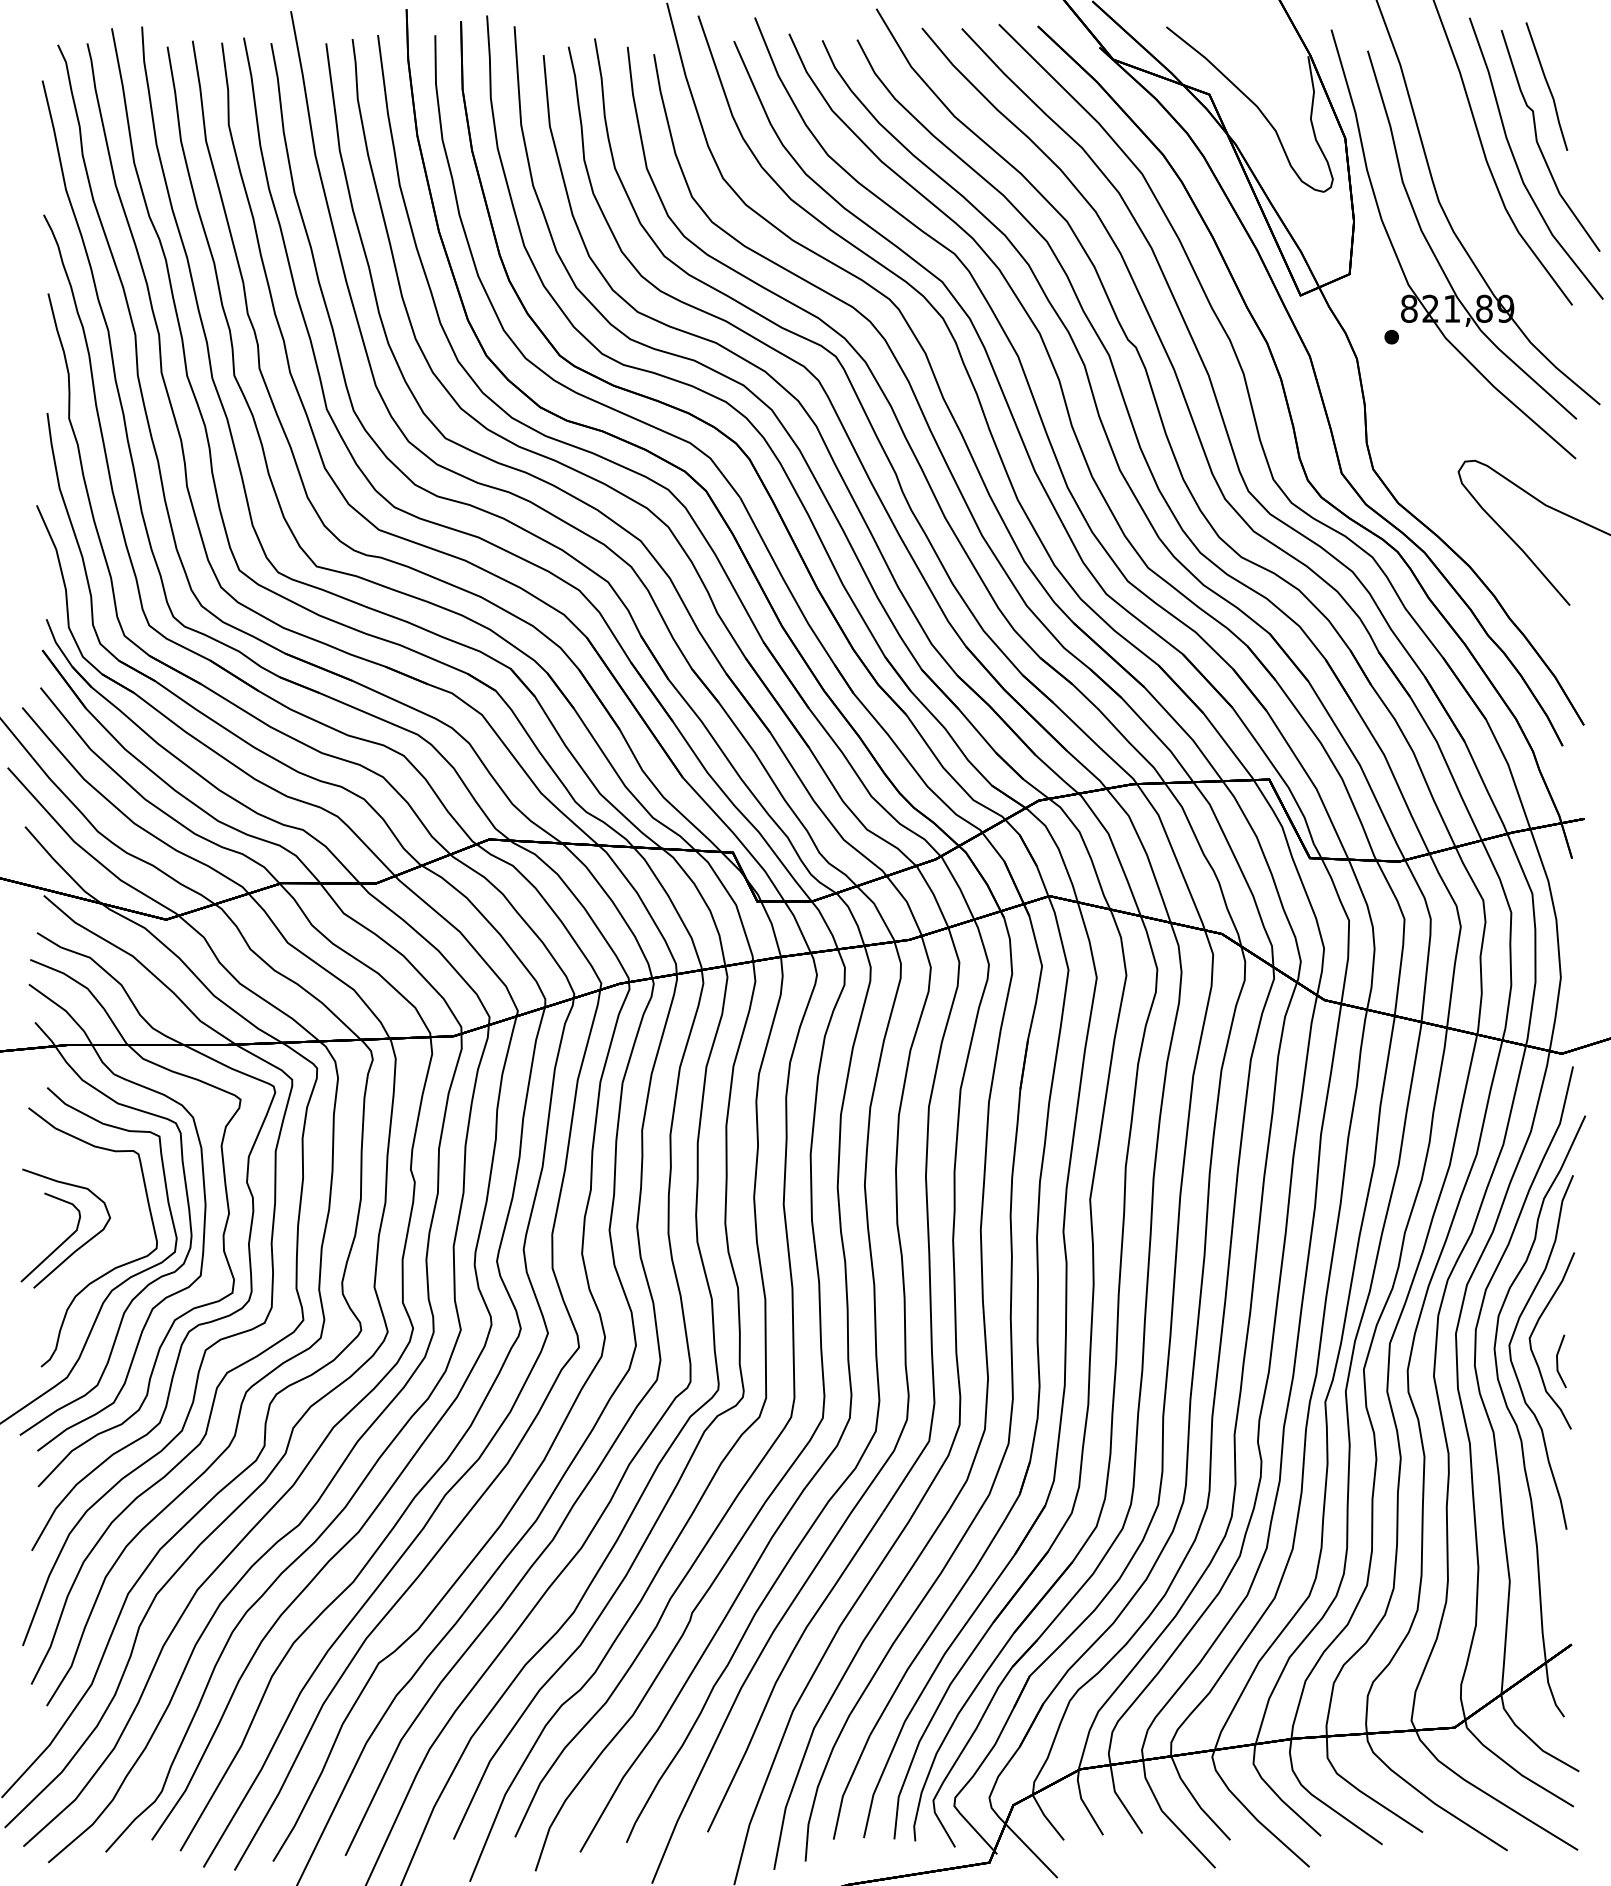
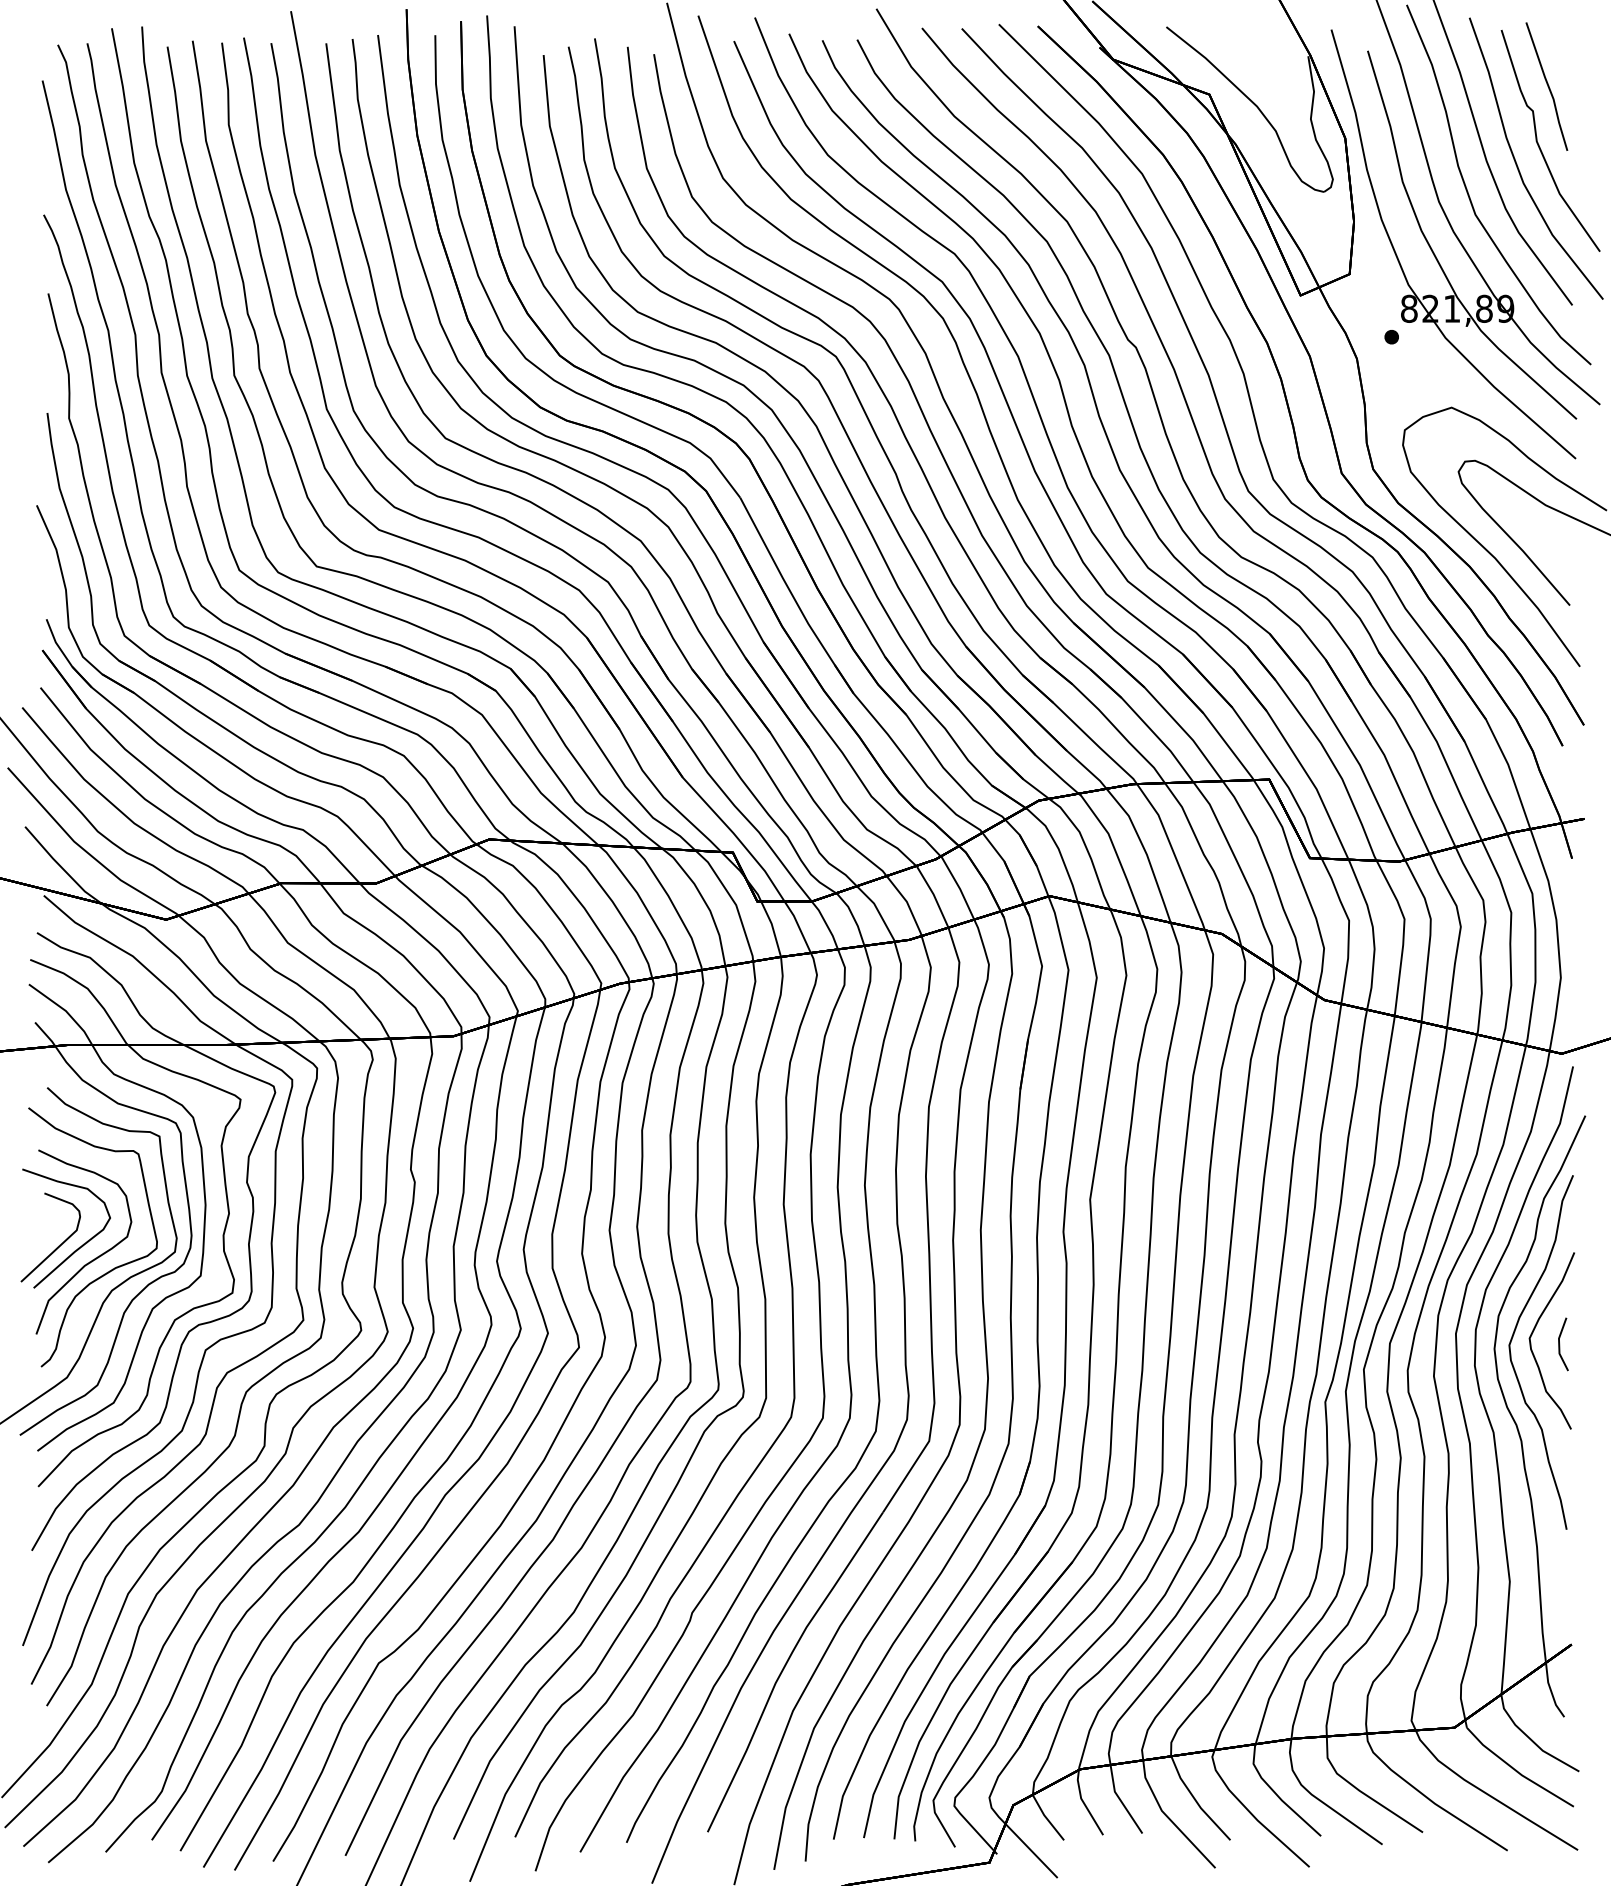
curve at (1469, 194): none -> present
curve at (1489, 551): none -> present
part at (95, 1257): none -> present
line at (1558, 1361) position: (1558, 1361) -> (1560, 1344)
